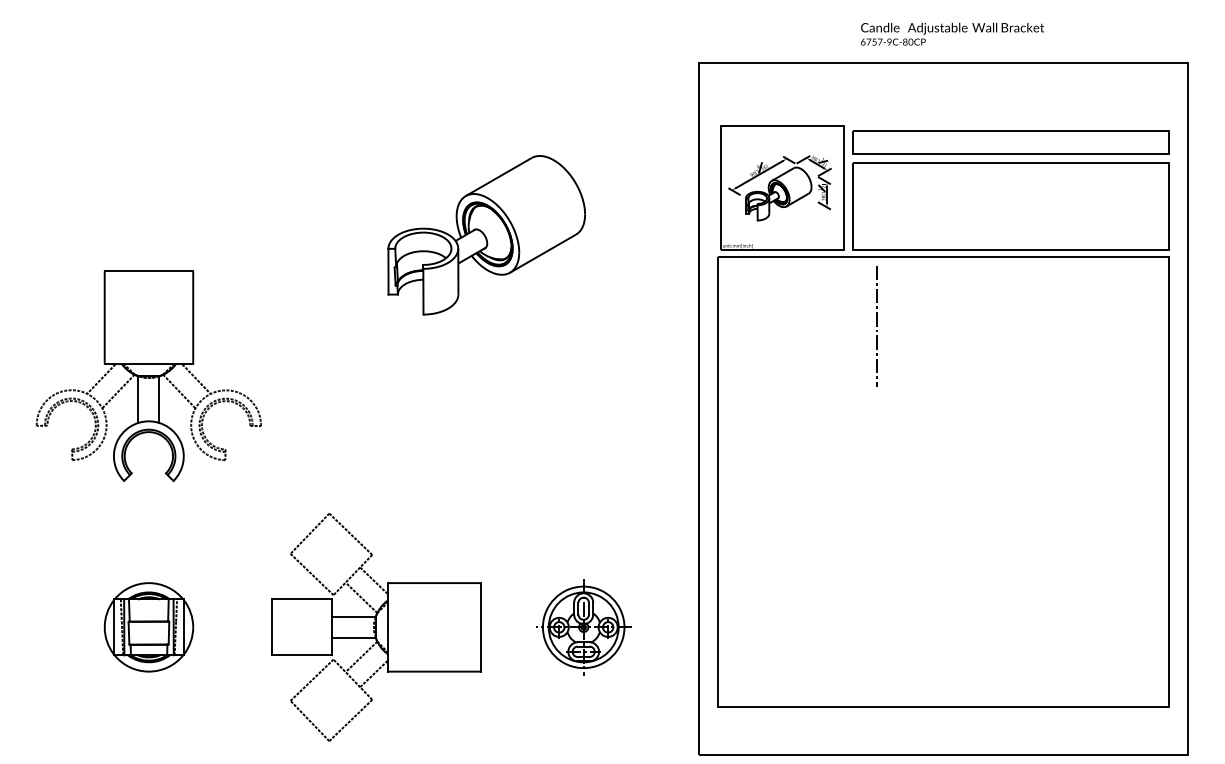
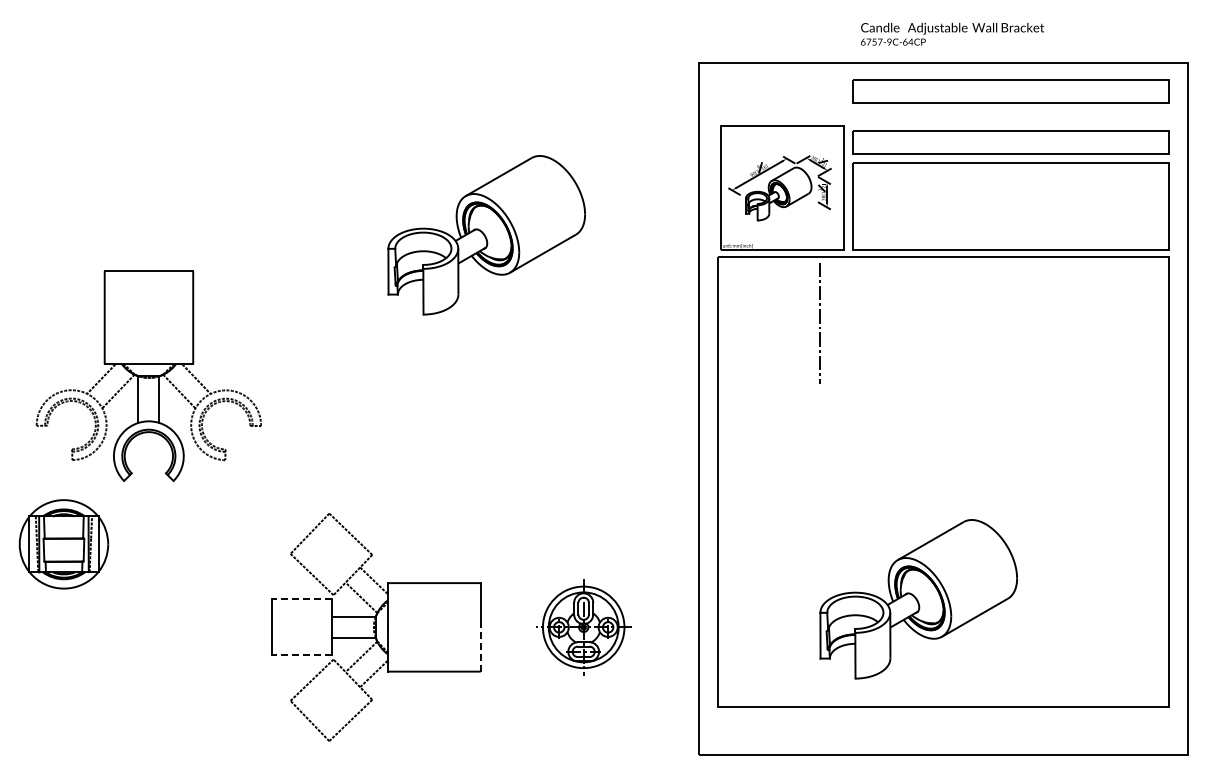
text at (908, 41): 6757-9C-80CP -> 6757-9C-64CP
part at (1010, 91): none -> present
line at (876, 326) position: (876, 326) -> (819, 323)
line at (302, 599): solid -> dashed
part at (918, 599): none -> present
part at (148, 627) position: (148, 627) -> (63, 544)
line at (480, 649): solid -> dashed
line at (302, 655): solid -> dashed
